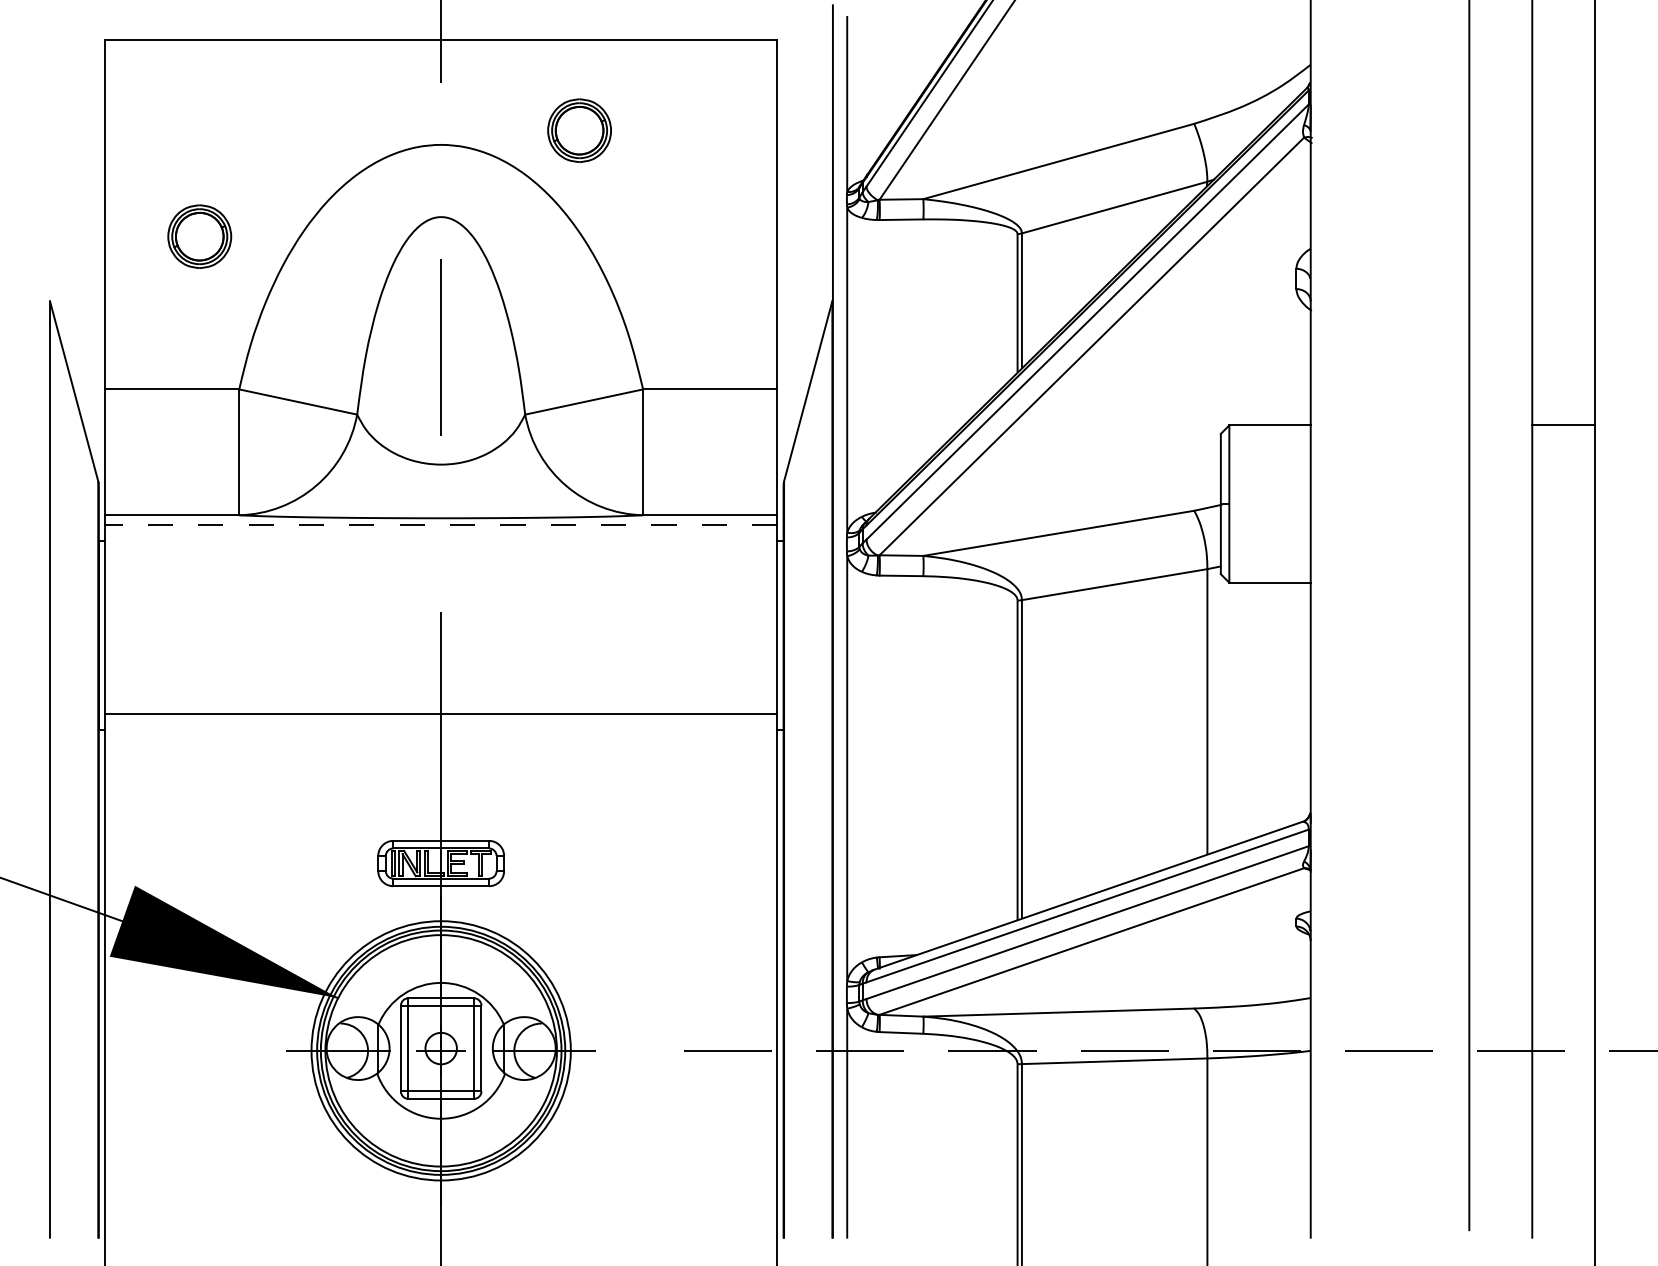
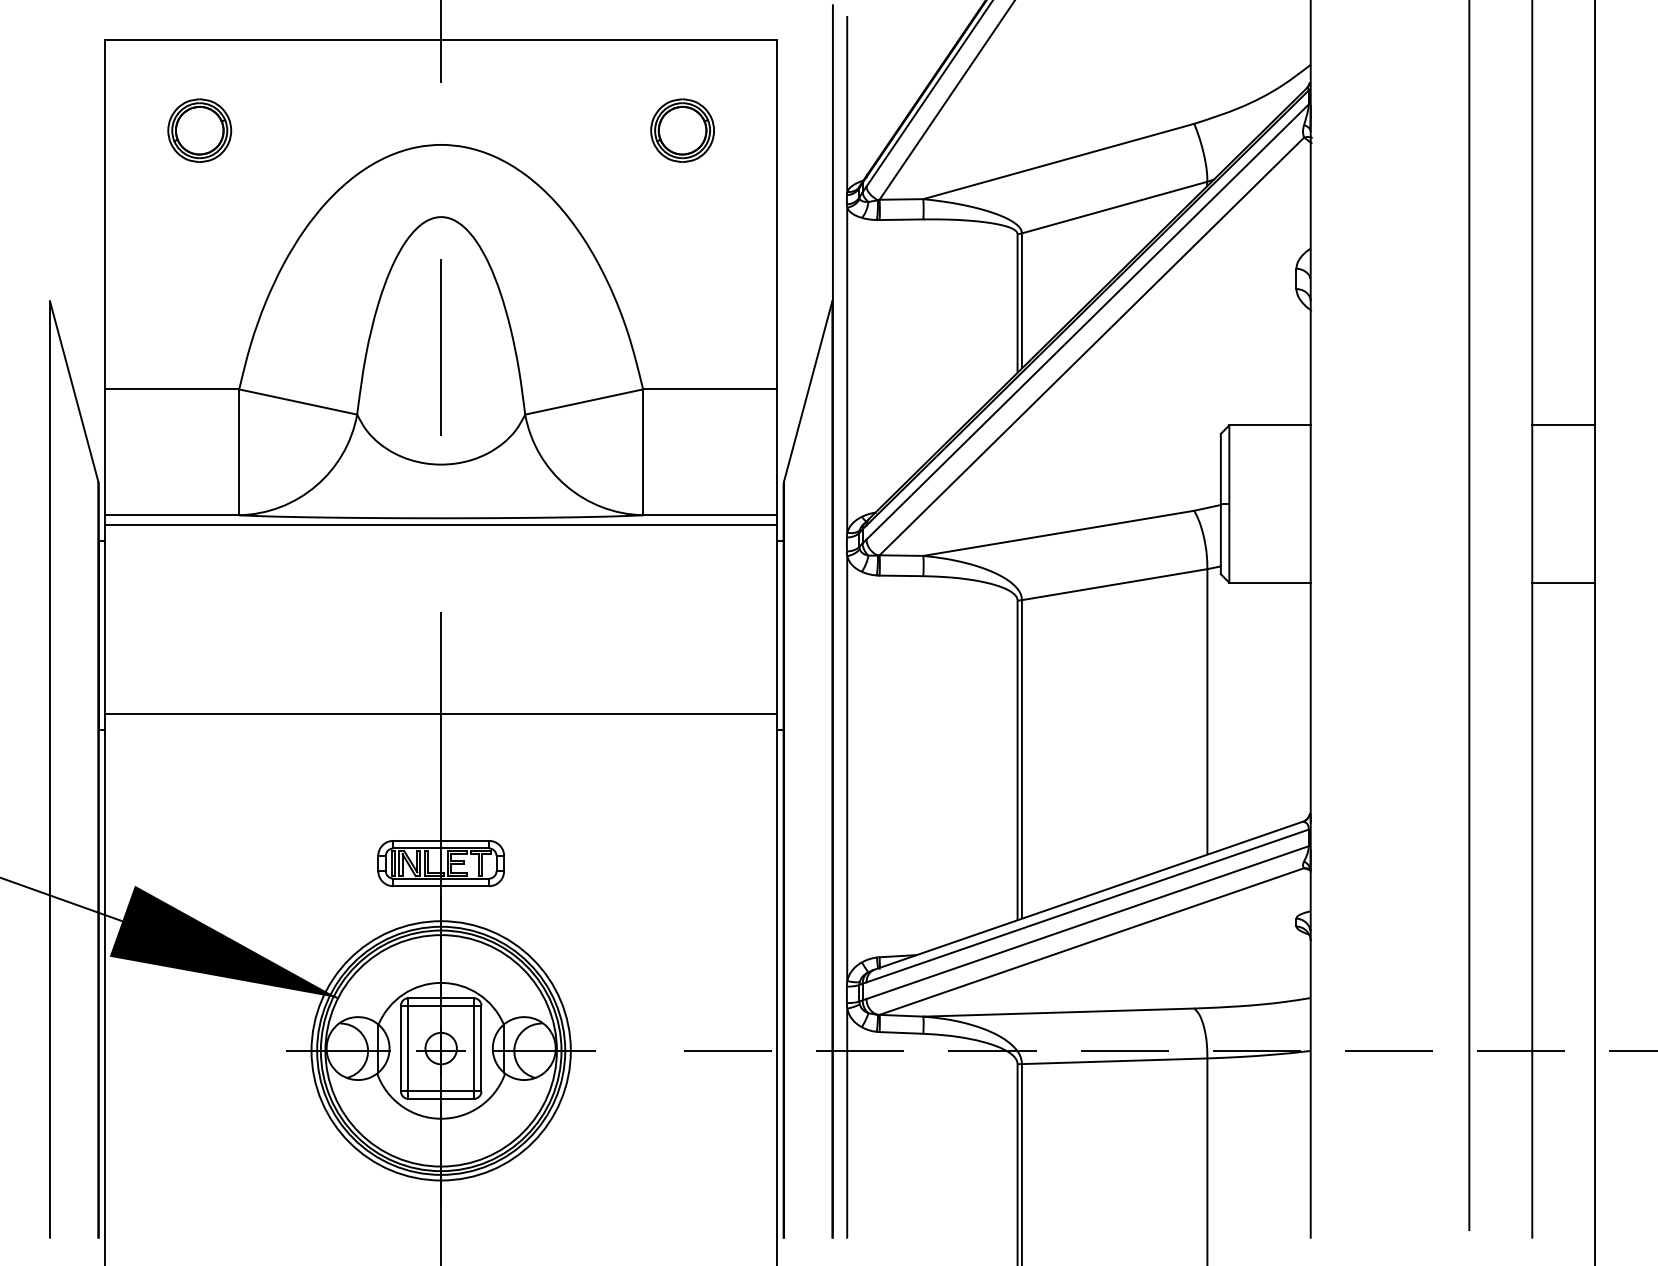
part at (579, 130) position: (579, 130) -> (682, 130)
part at (199, 236) position: (199, 236) -> (199, 130)
line at (440, 525): dashed -> solid
line at (1563, 582): none -> present
